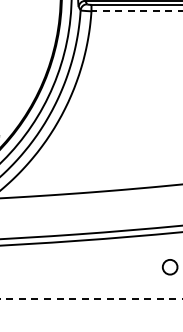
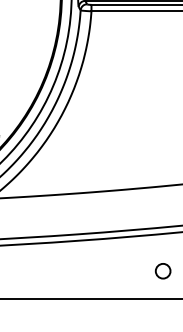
line at (136, 11): dashed -> solid
circle at (169, 267) position: (169, 267) -> (162, 271)
line at (91, 299): dashed -> solid
